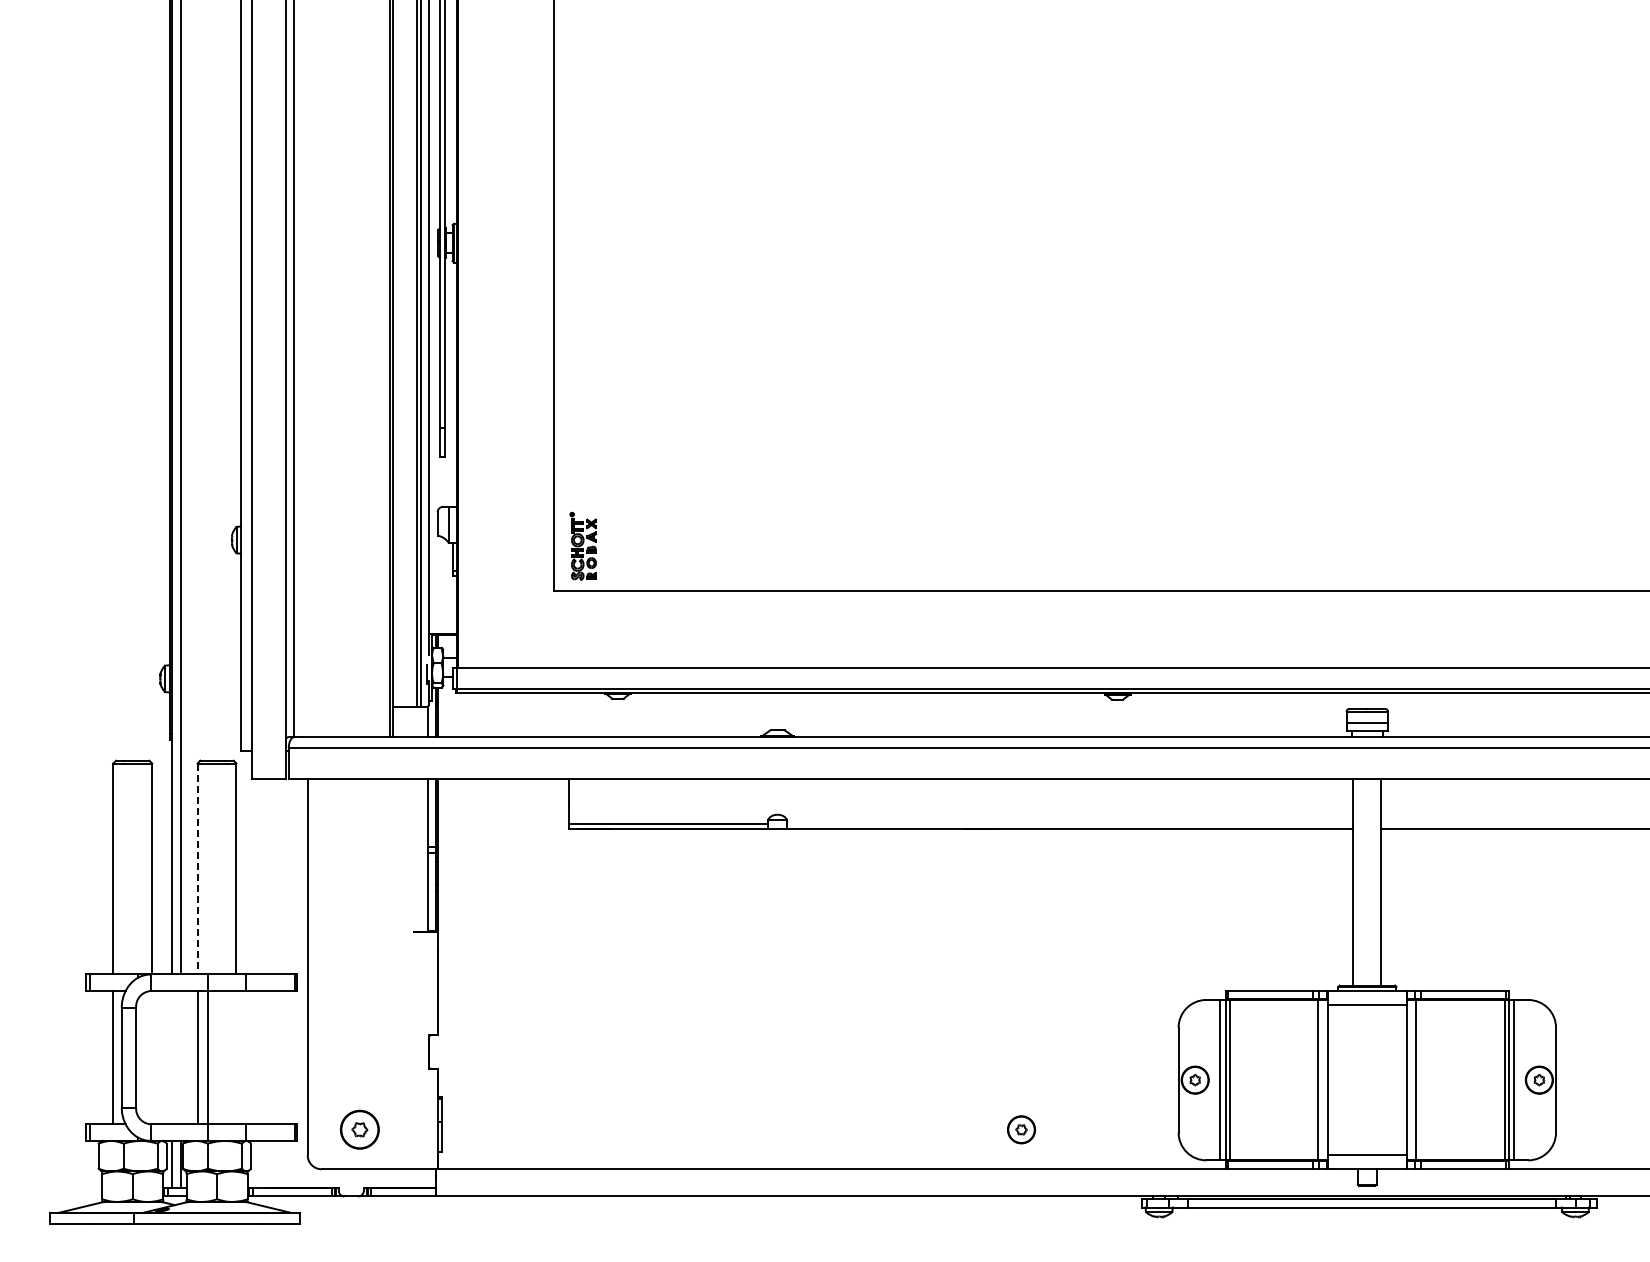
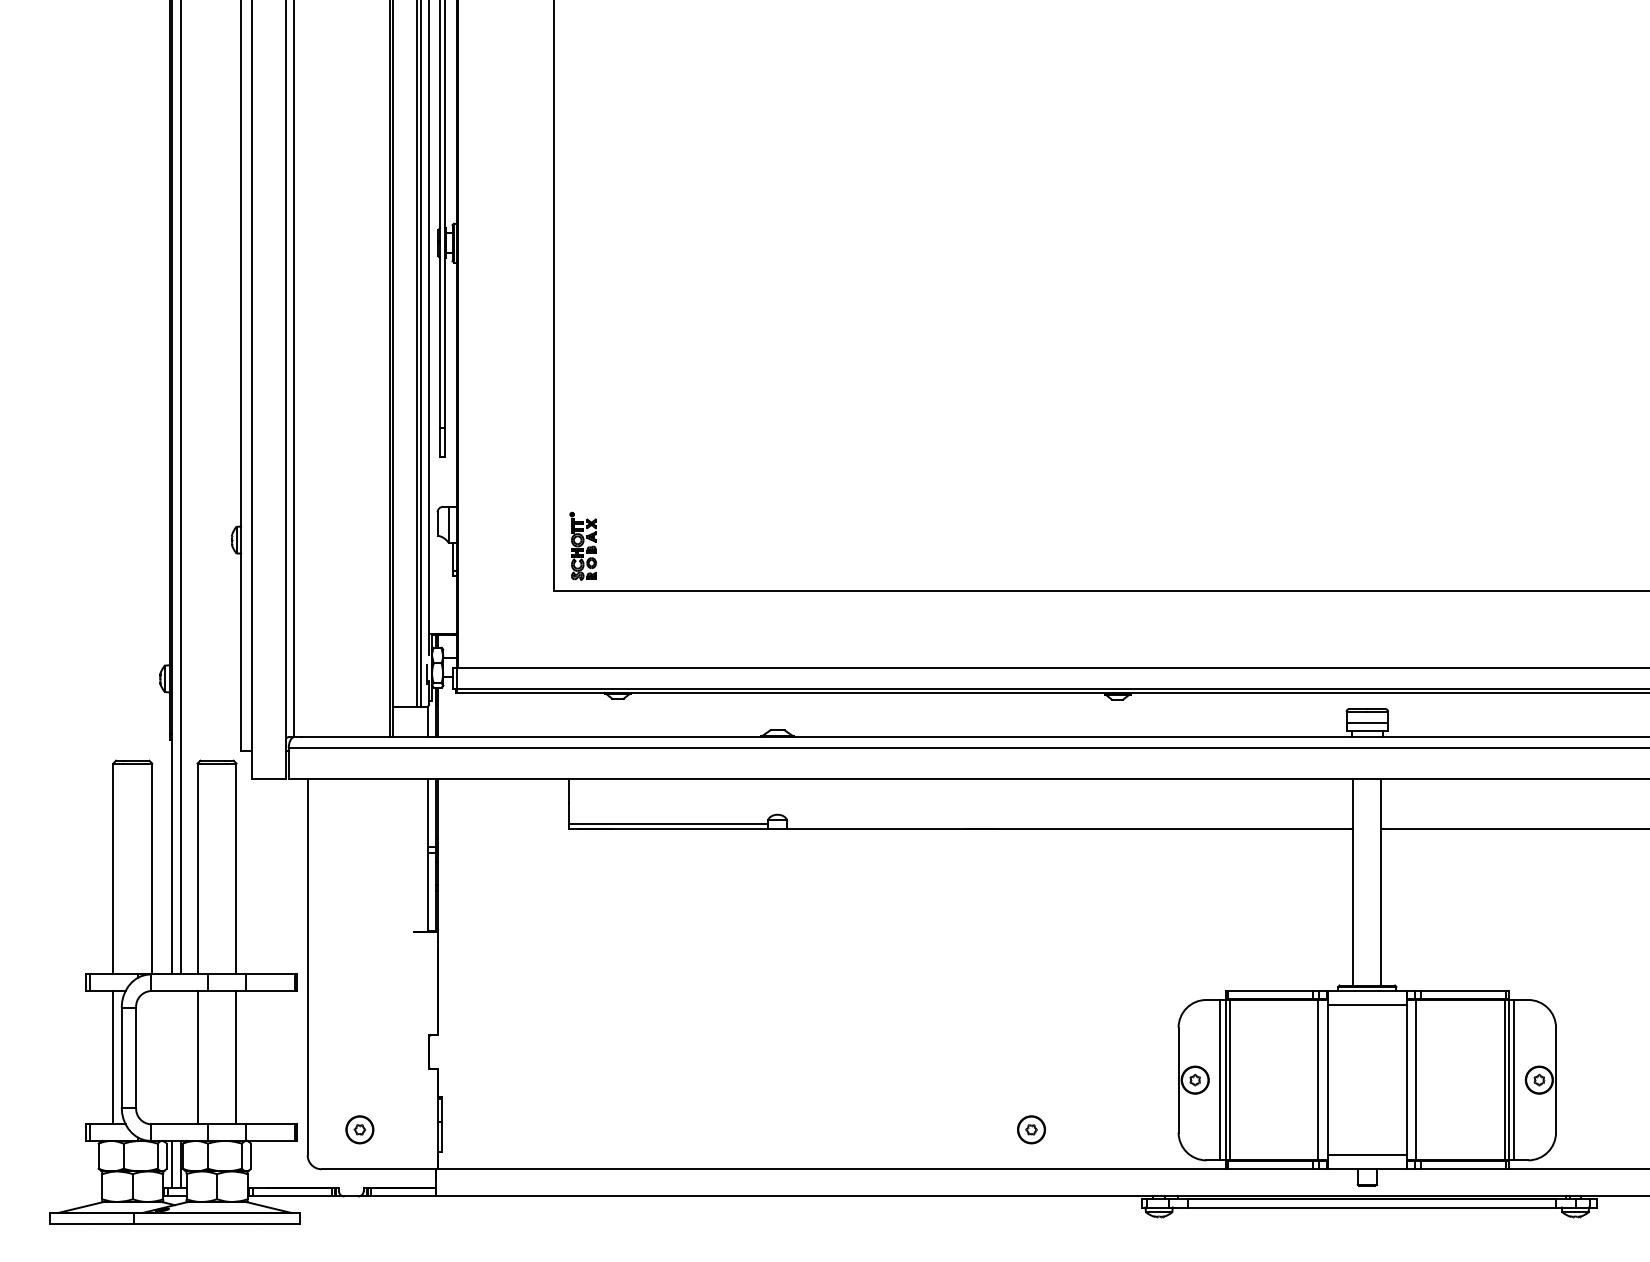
line at (197, 869): dashed -> solid
line at (208, 1057) position: (208, 1057) -> (236, 1057)
part at (359, 1129) size: 40x41 px -> 30x30 px
part at (1021, 1129) position: (1021, 1129) -> (1031, 1129)
